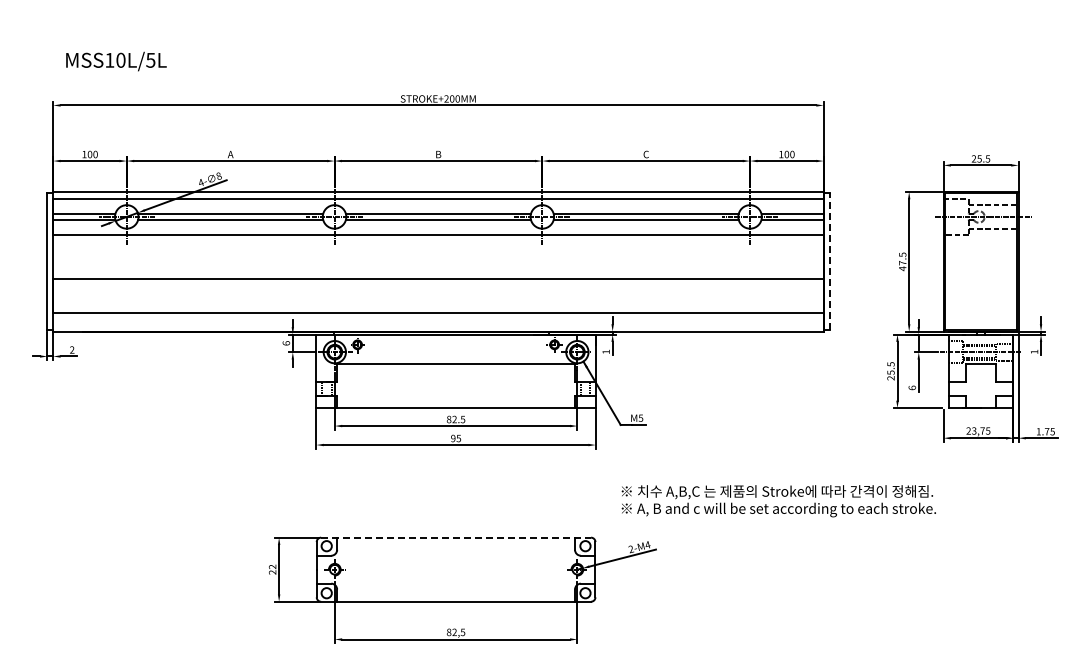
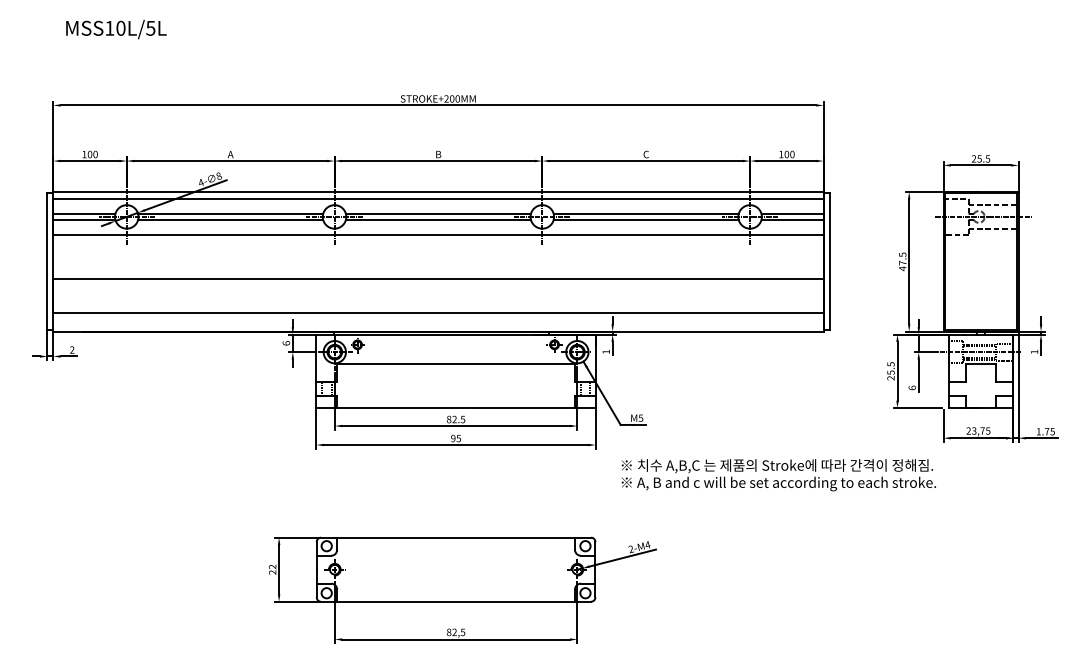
text at (116, 61) position: (116, 61) -> (116, 29)
line at (829, 261): dashed -> solid
text at (778, 501) position: (778, 501) -> (778, 475)
line at (456, 537): dashed -> solid
